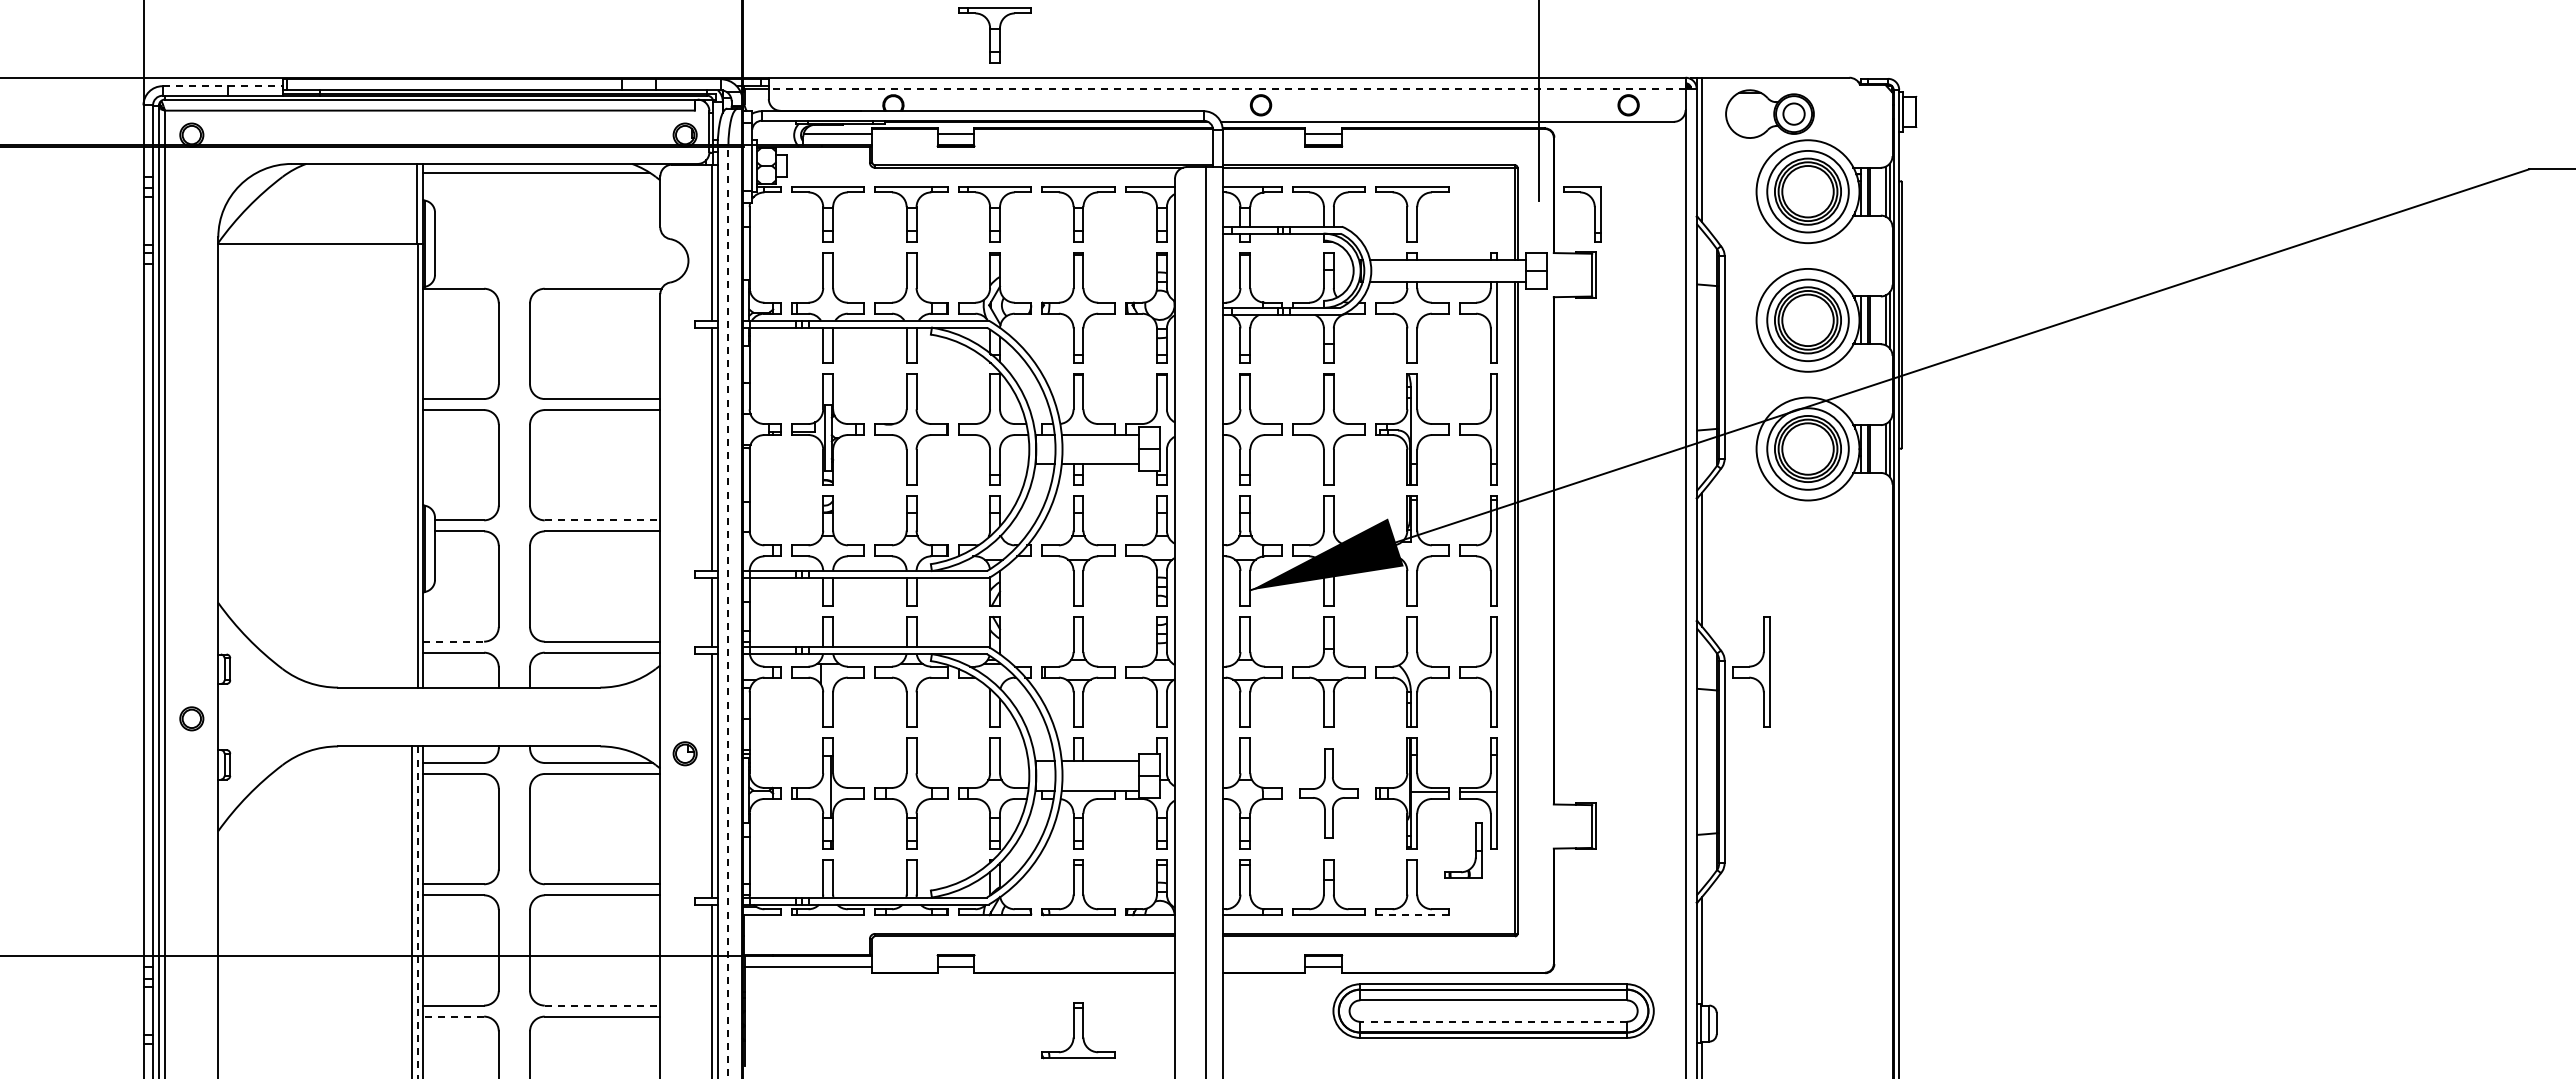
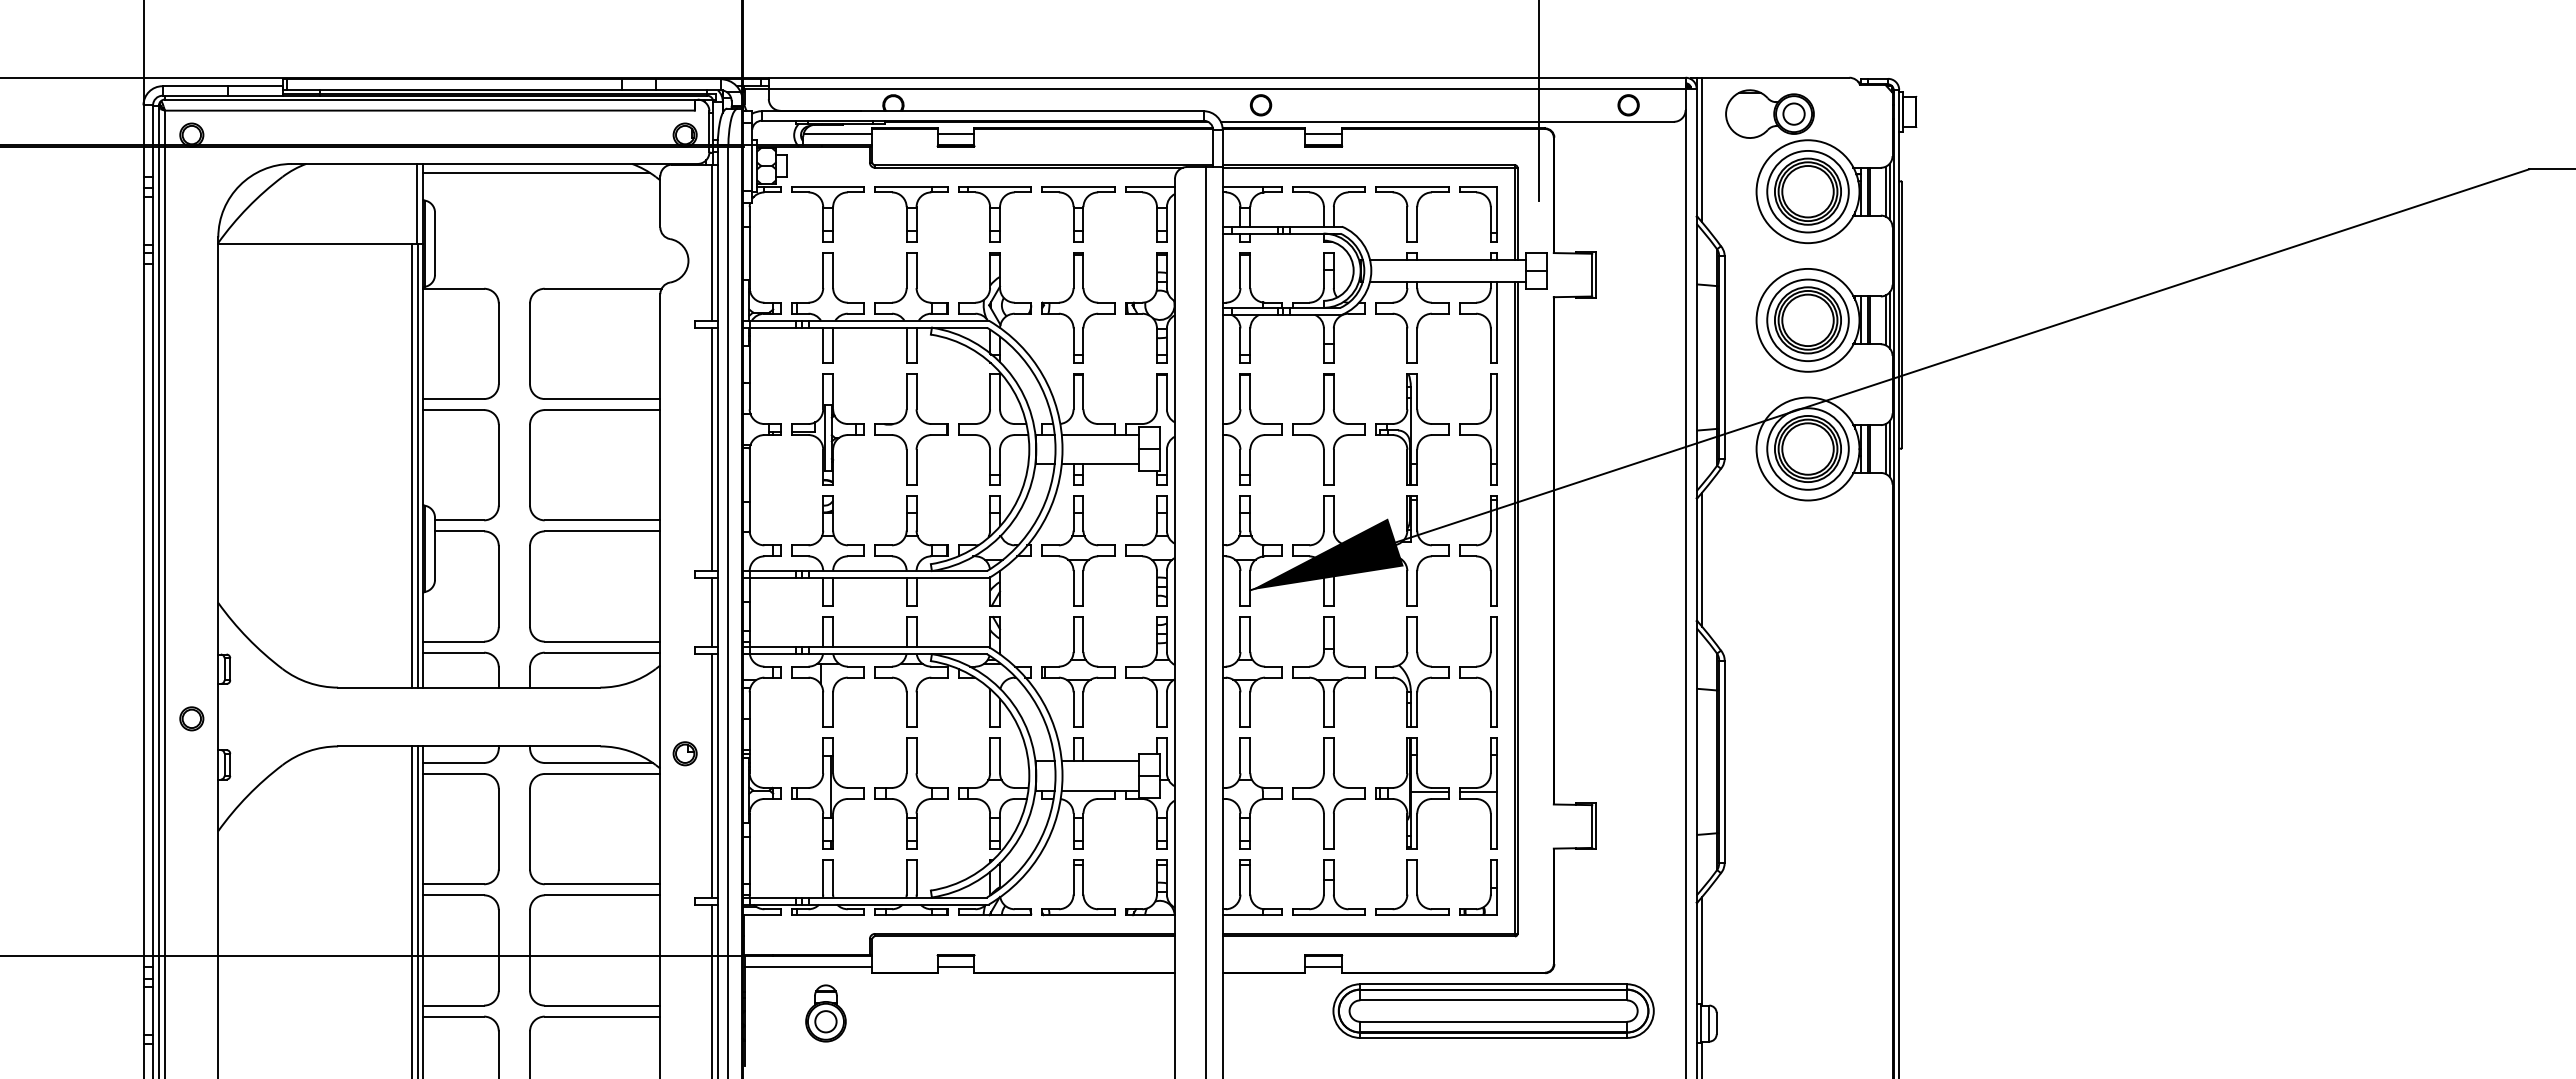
part at (994, 35): present -> none
line at (223, 86): dashed -> solid
line at (1226, 88): dashed -> solid
part at (1594, 214) position: (1594, 214) -> (1490, 214)
line at (411, 465): none -> present
line at (602, 520): dashed -> solid
line at (728, 611): dashed -> solid
line at (454, 641): dashed -> solid
part at (1751, 671): present -> none
part at (1328, 793) size: 60x91 px -> 74x113 px
part at (1475, 850) position: (1475, 850) -> (1490, 887)
line at (417, 912): dashed -> solid
line at (1411, 915): dashed -> solid
line at (602, 1005): dashed -> solid
part at (825, 1013): none -> present
line at (453, 1016): dashed -> solid
line at (1493, 1021): dashed -> solid
part at (1078, 1030): present -> none
